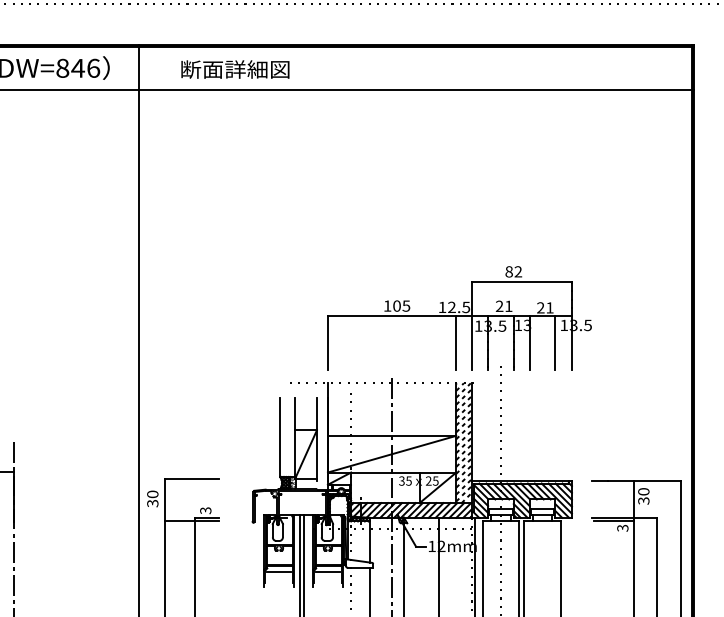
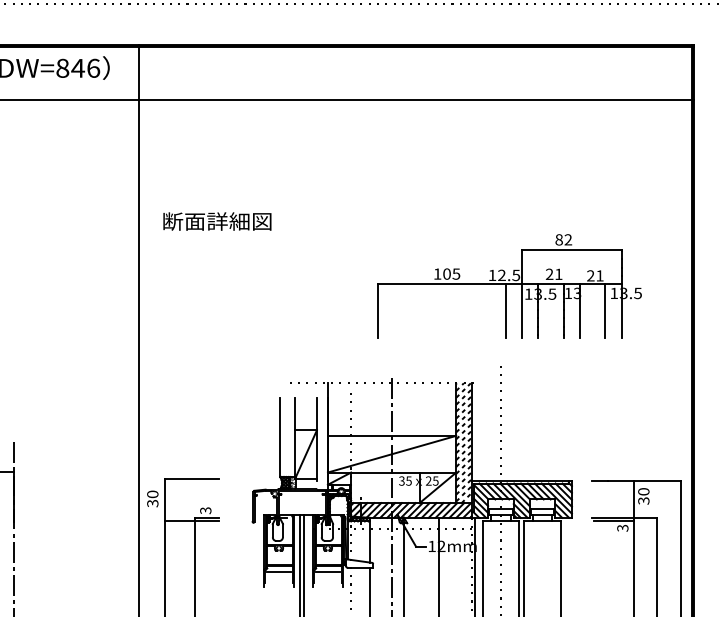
text at (235, 69) position: (235, 69) -> (217, 221)
line at (347, 89) position: (347, 89) -> (347, 99)
part at (459, 318) position: (459, 318) -> (509, 286)
